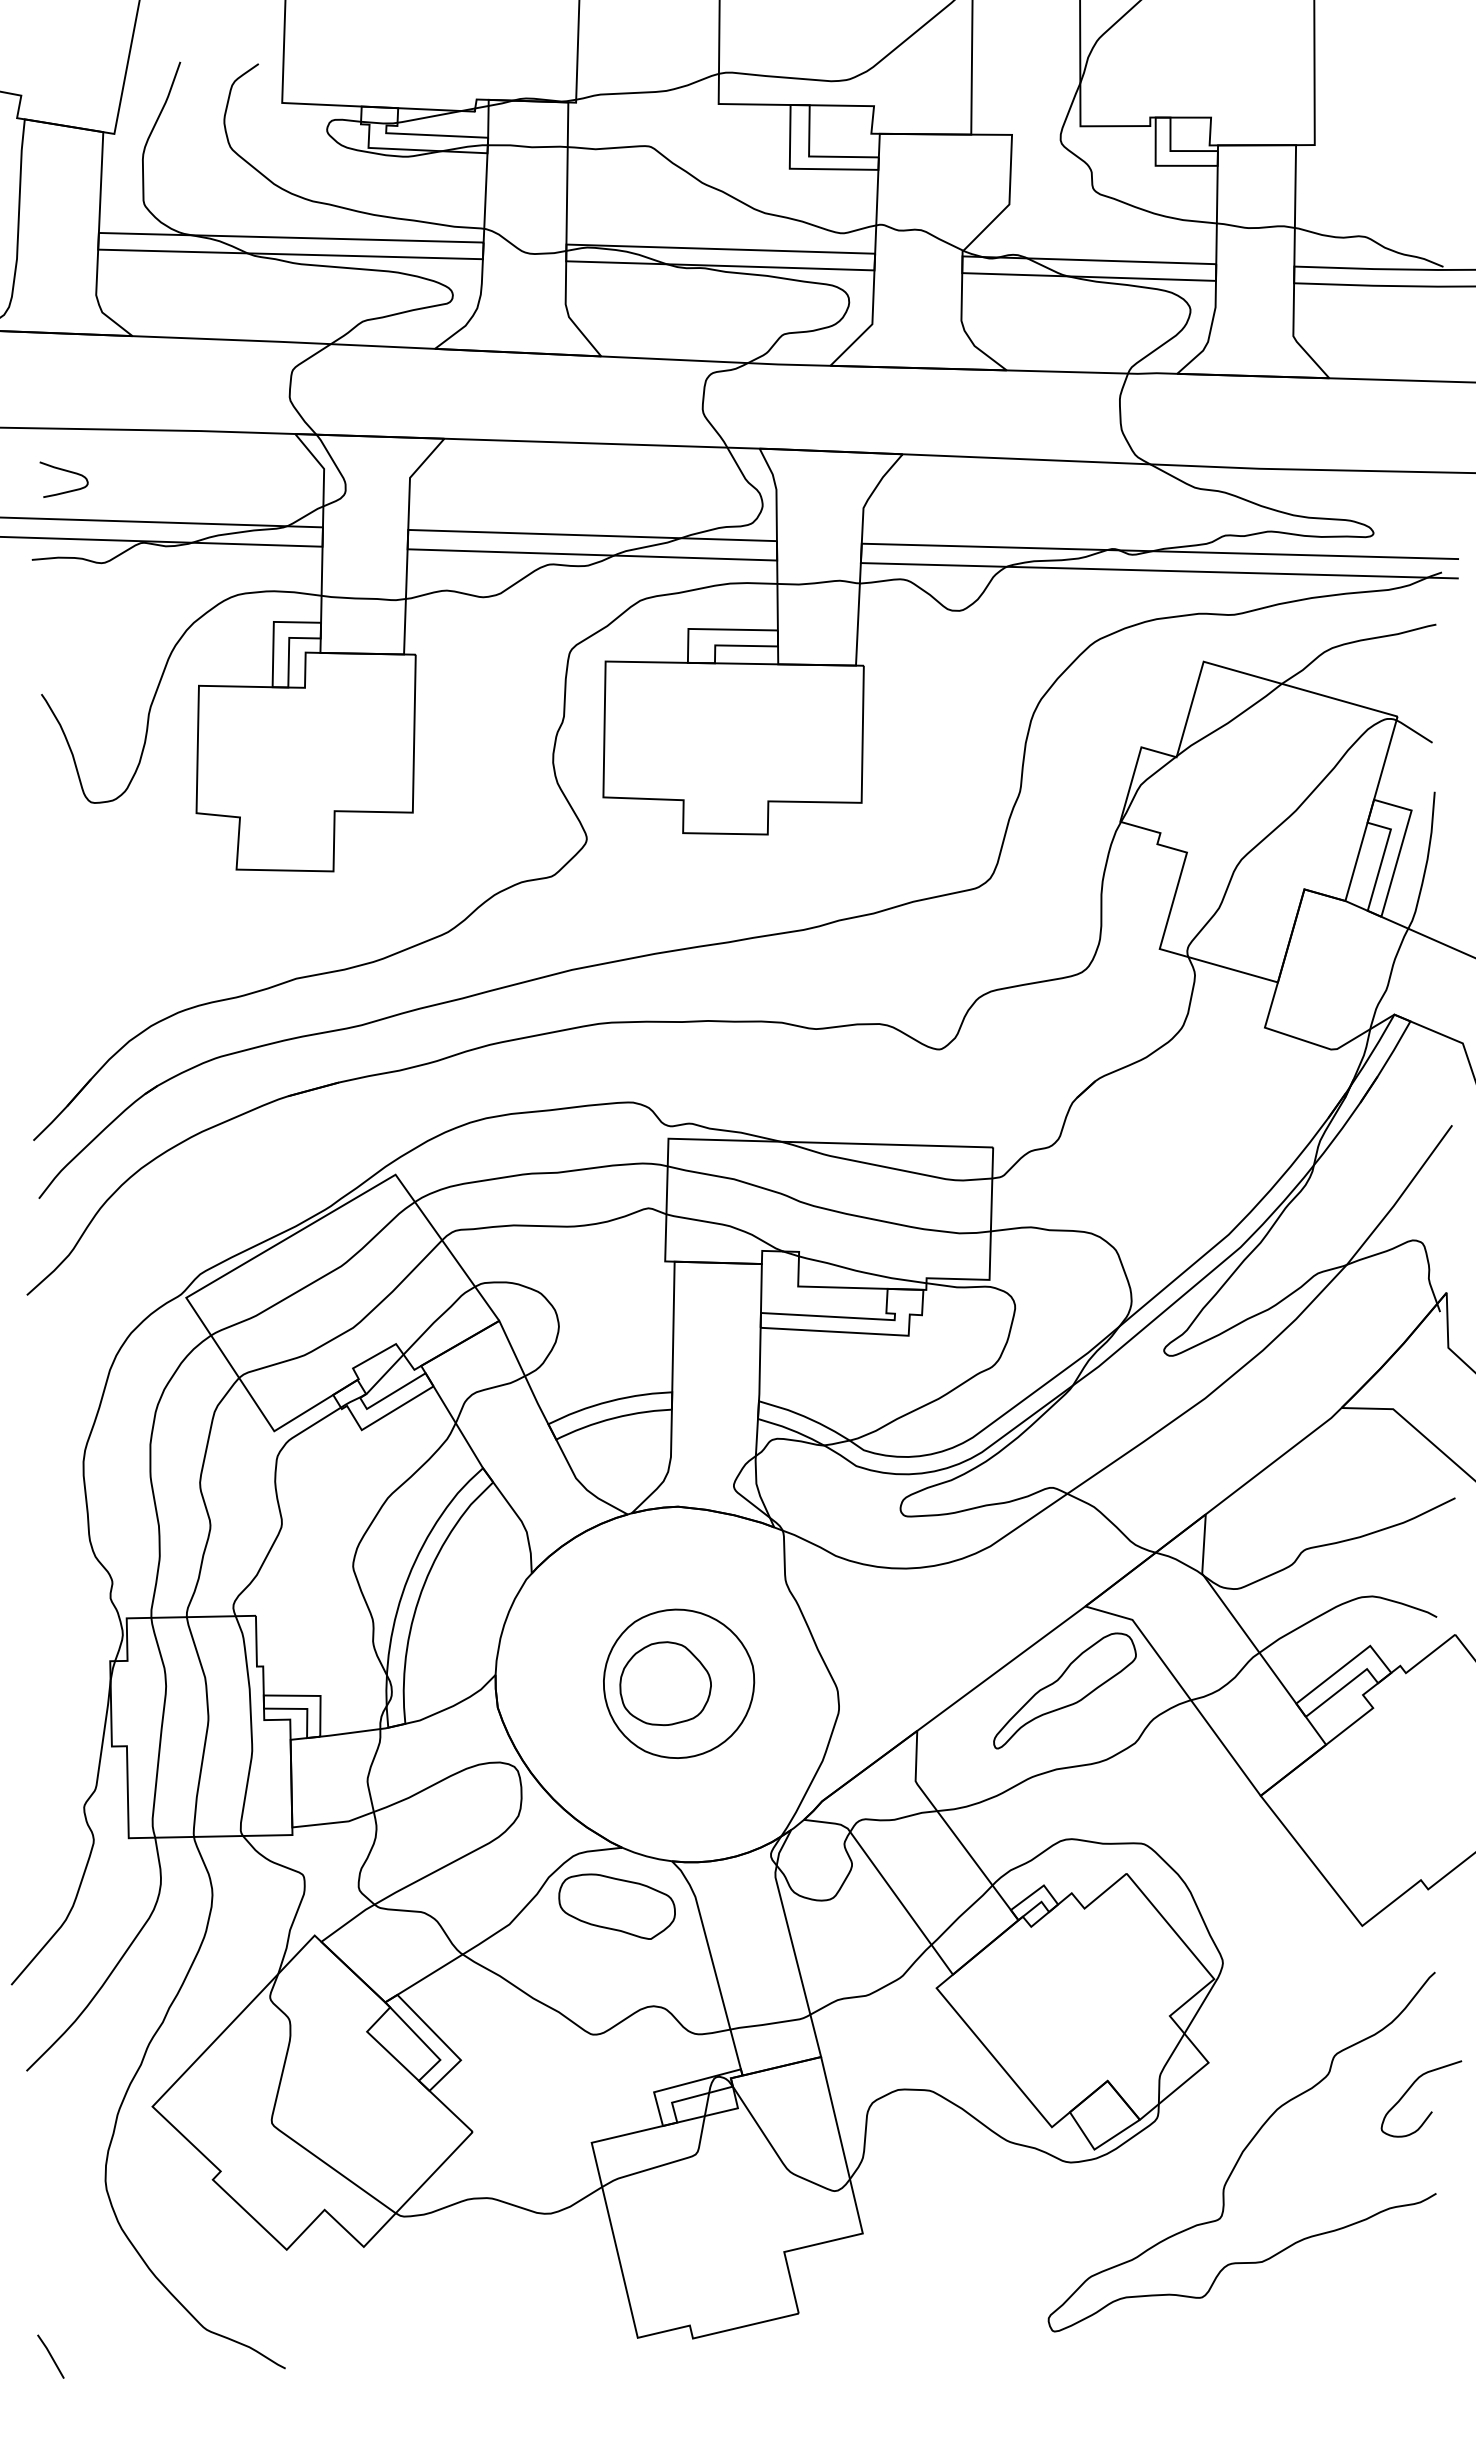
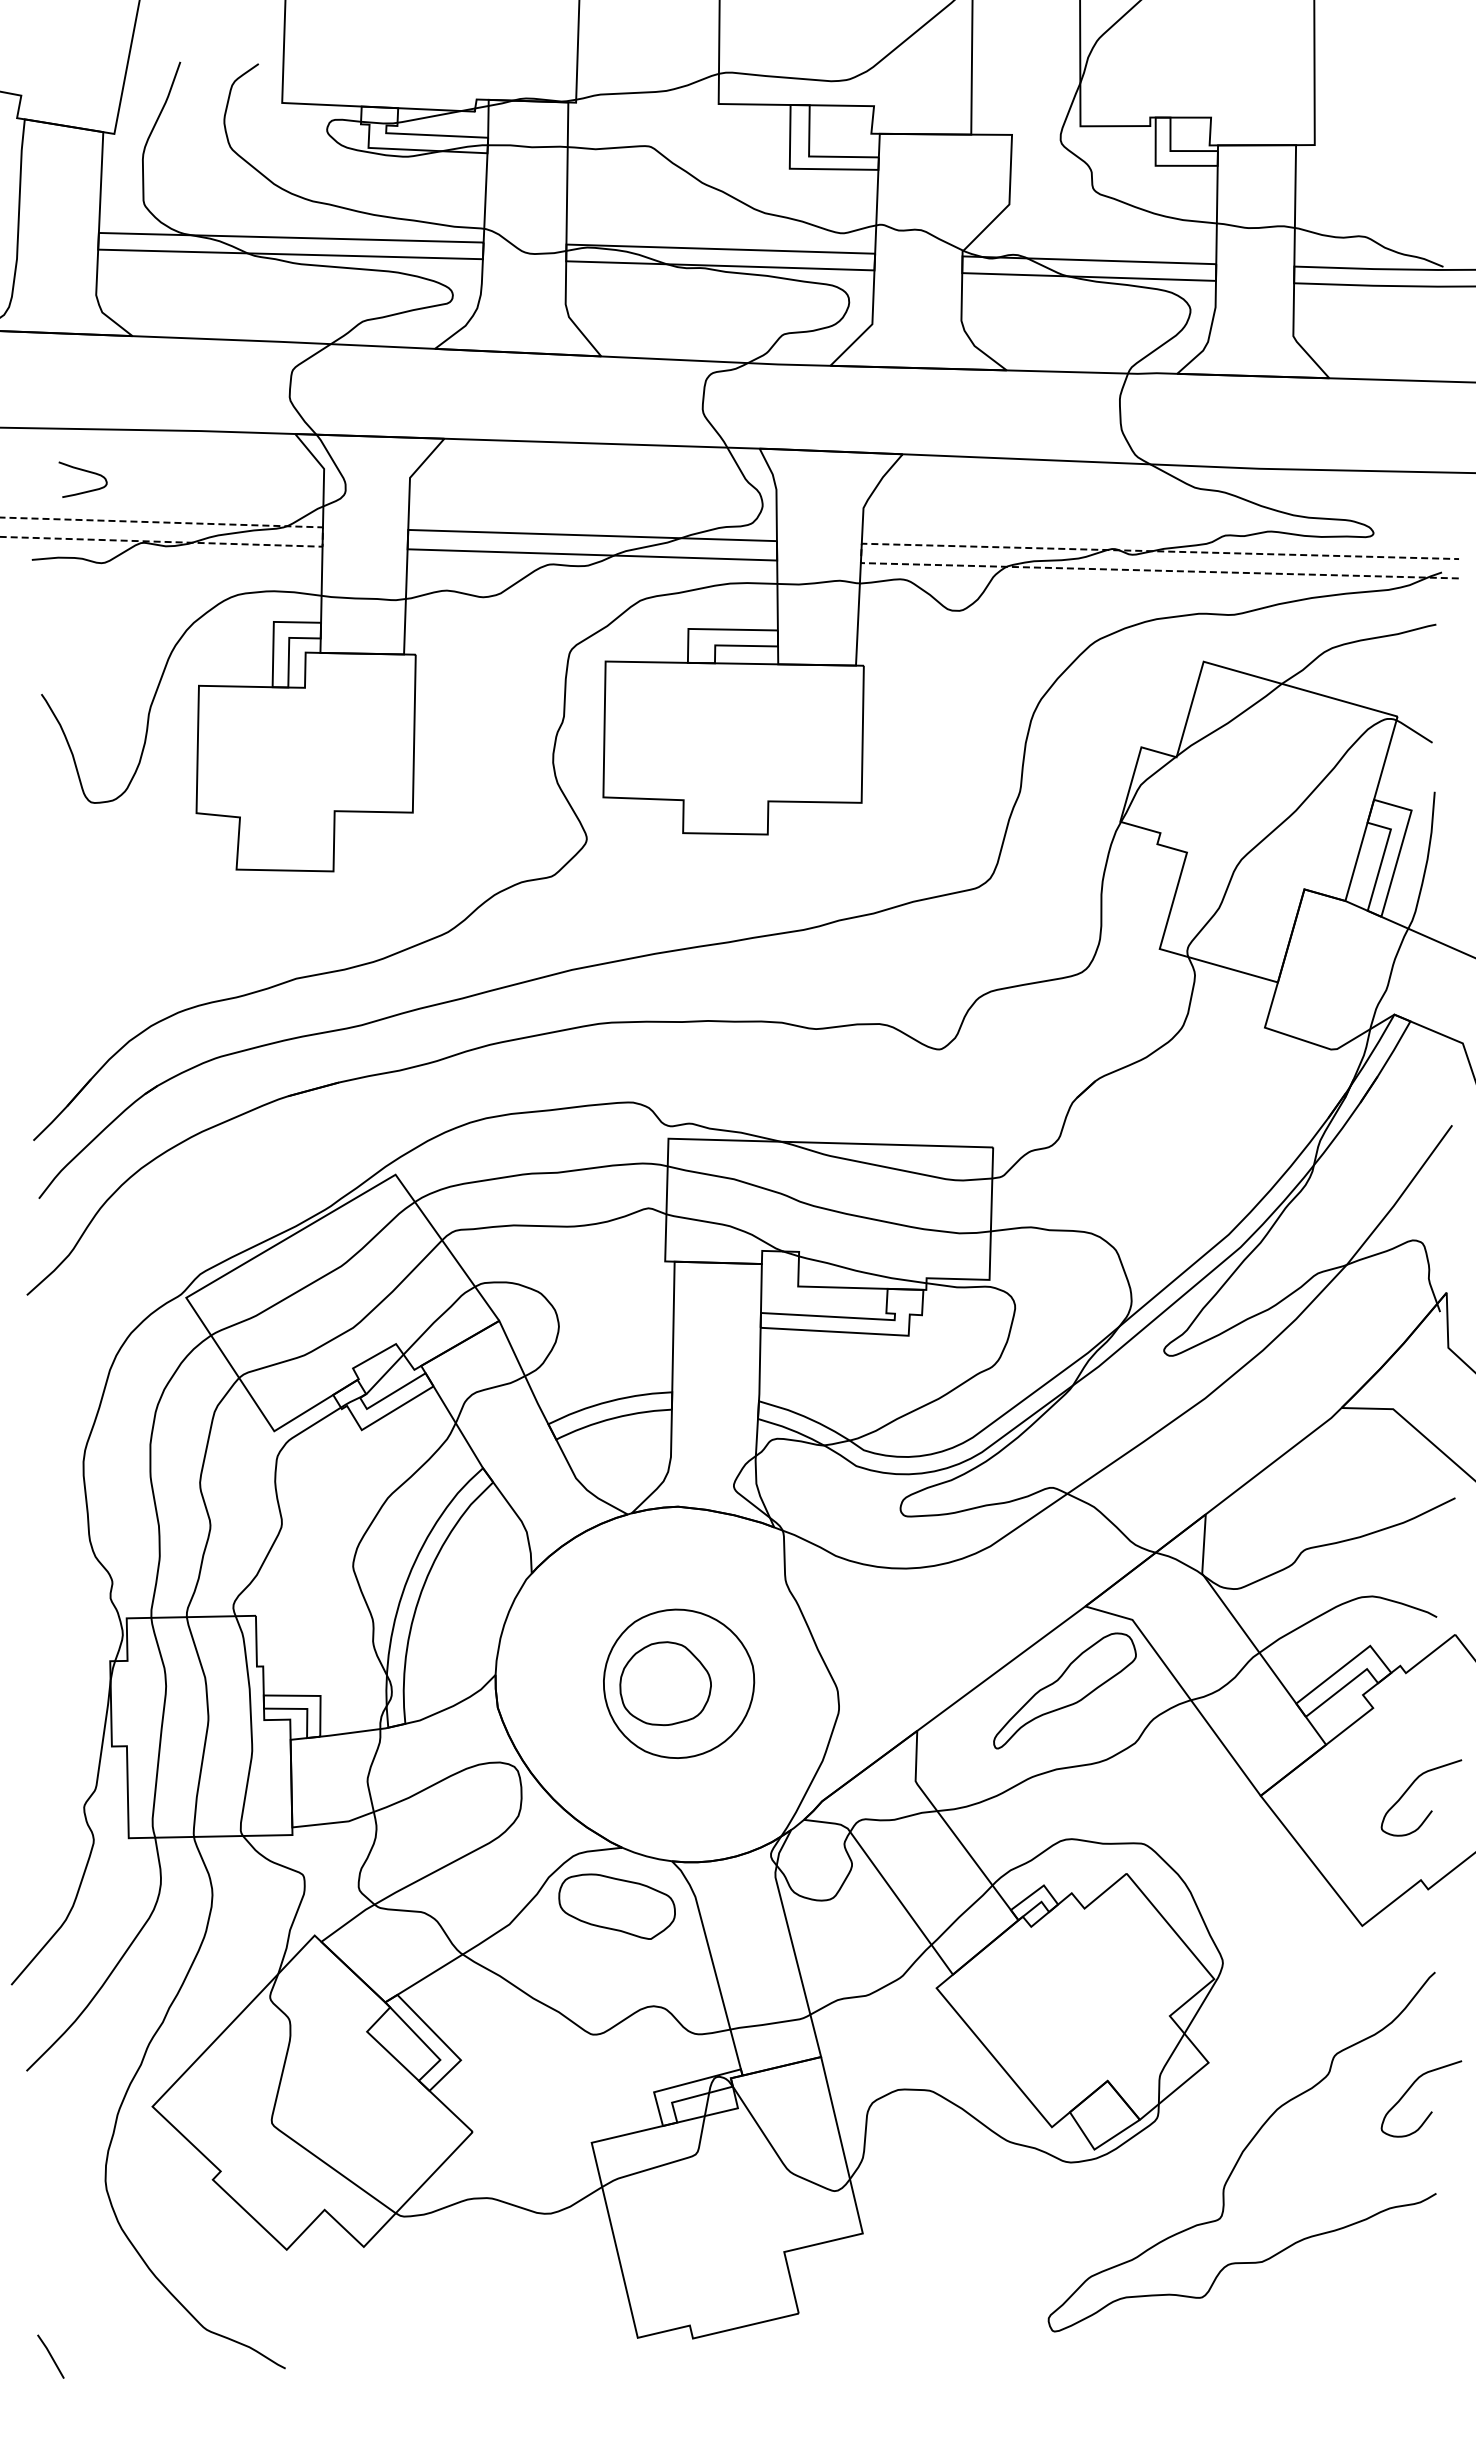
curve at (64, 471) position: (64, 471) -> (83, 471)
line at (322, 537): solid -> dashed
line at (861, 553): solid -> dashed
curve at (1408, 1790): none -> present
